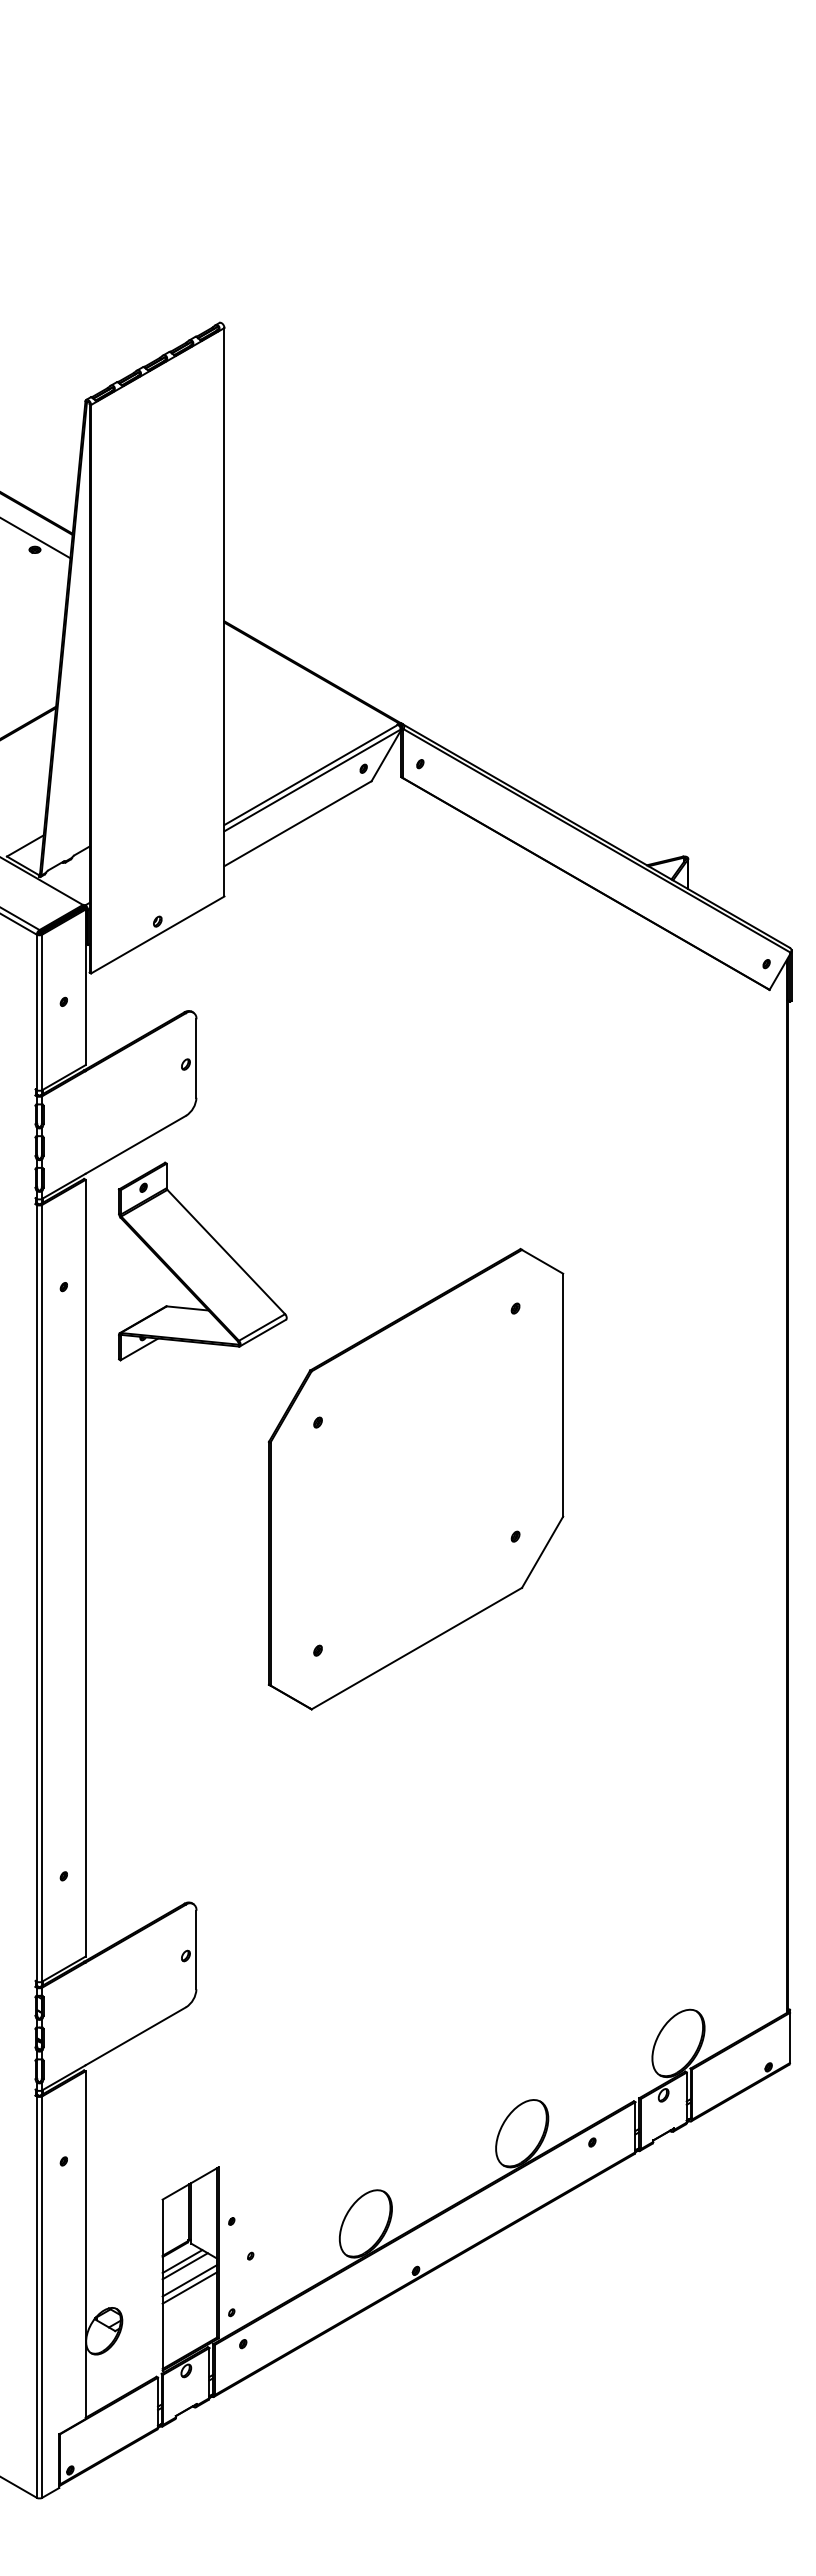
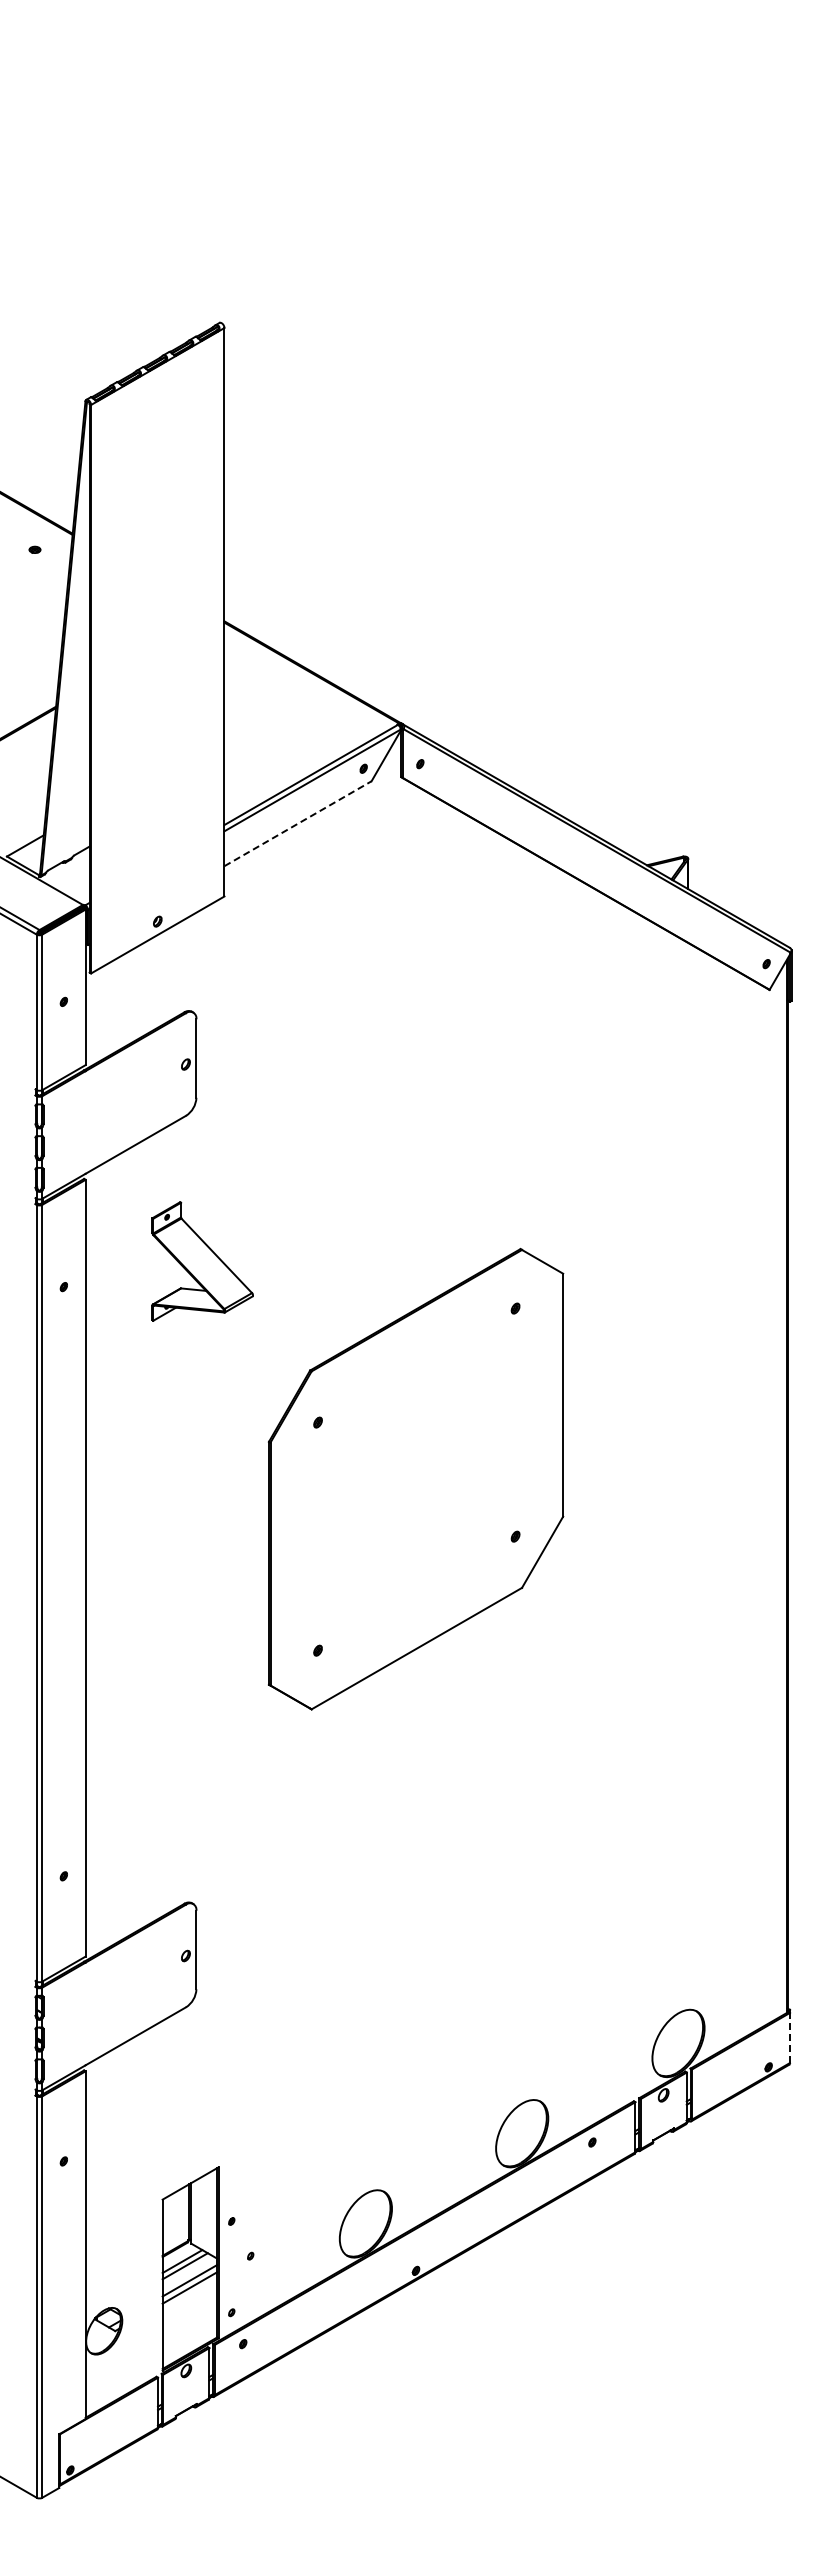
line at (36, 538): present -> none
line at (298, 823): solid -> dashed
part at (202, 1261) size: 171x201 px -> 103x121 px
line at (789, 2037): solid -> dashed
